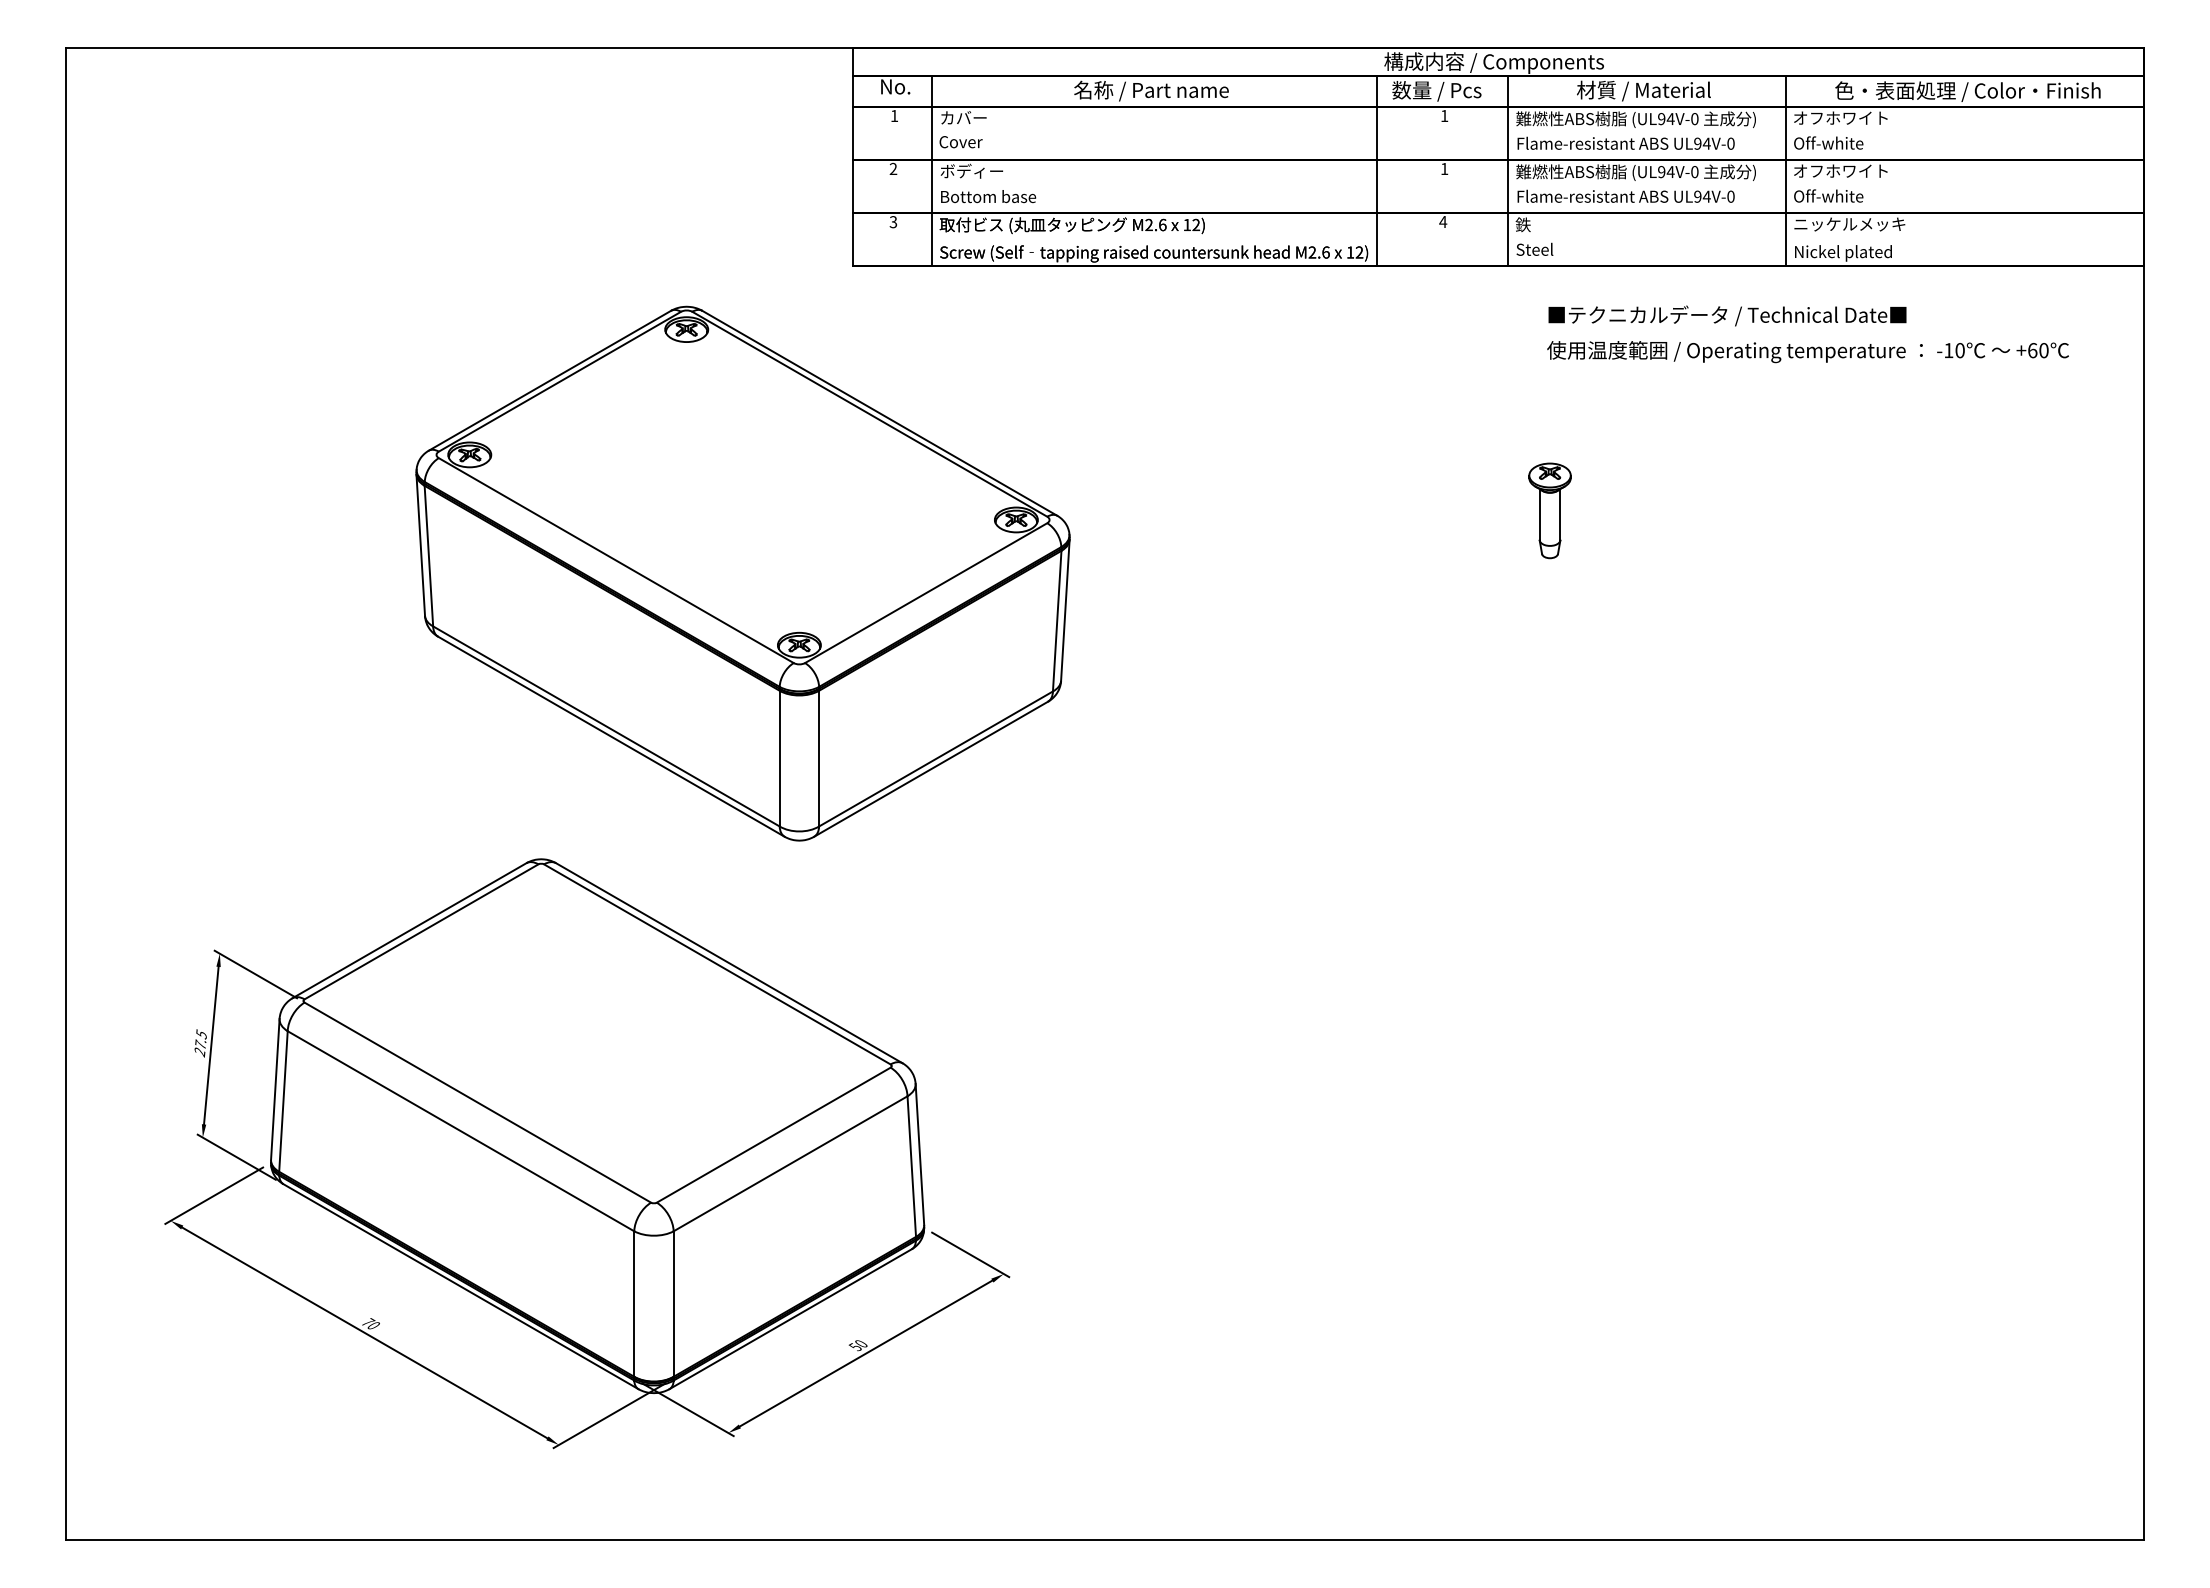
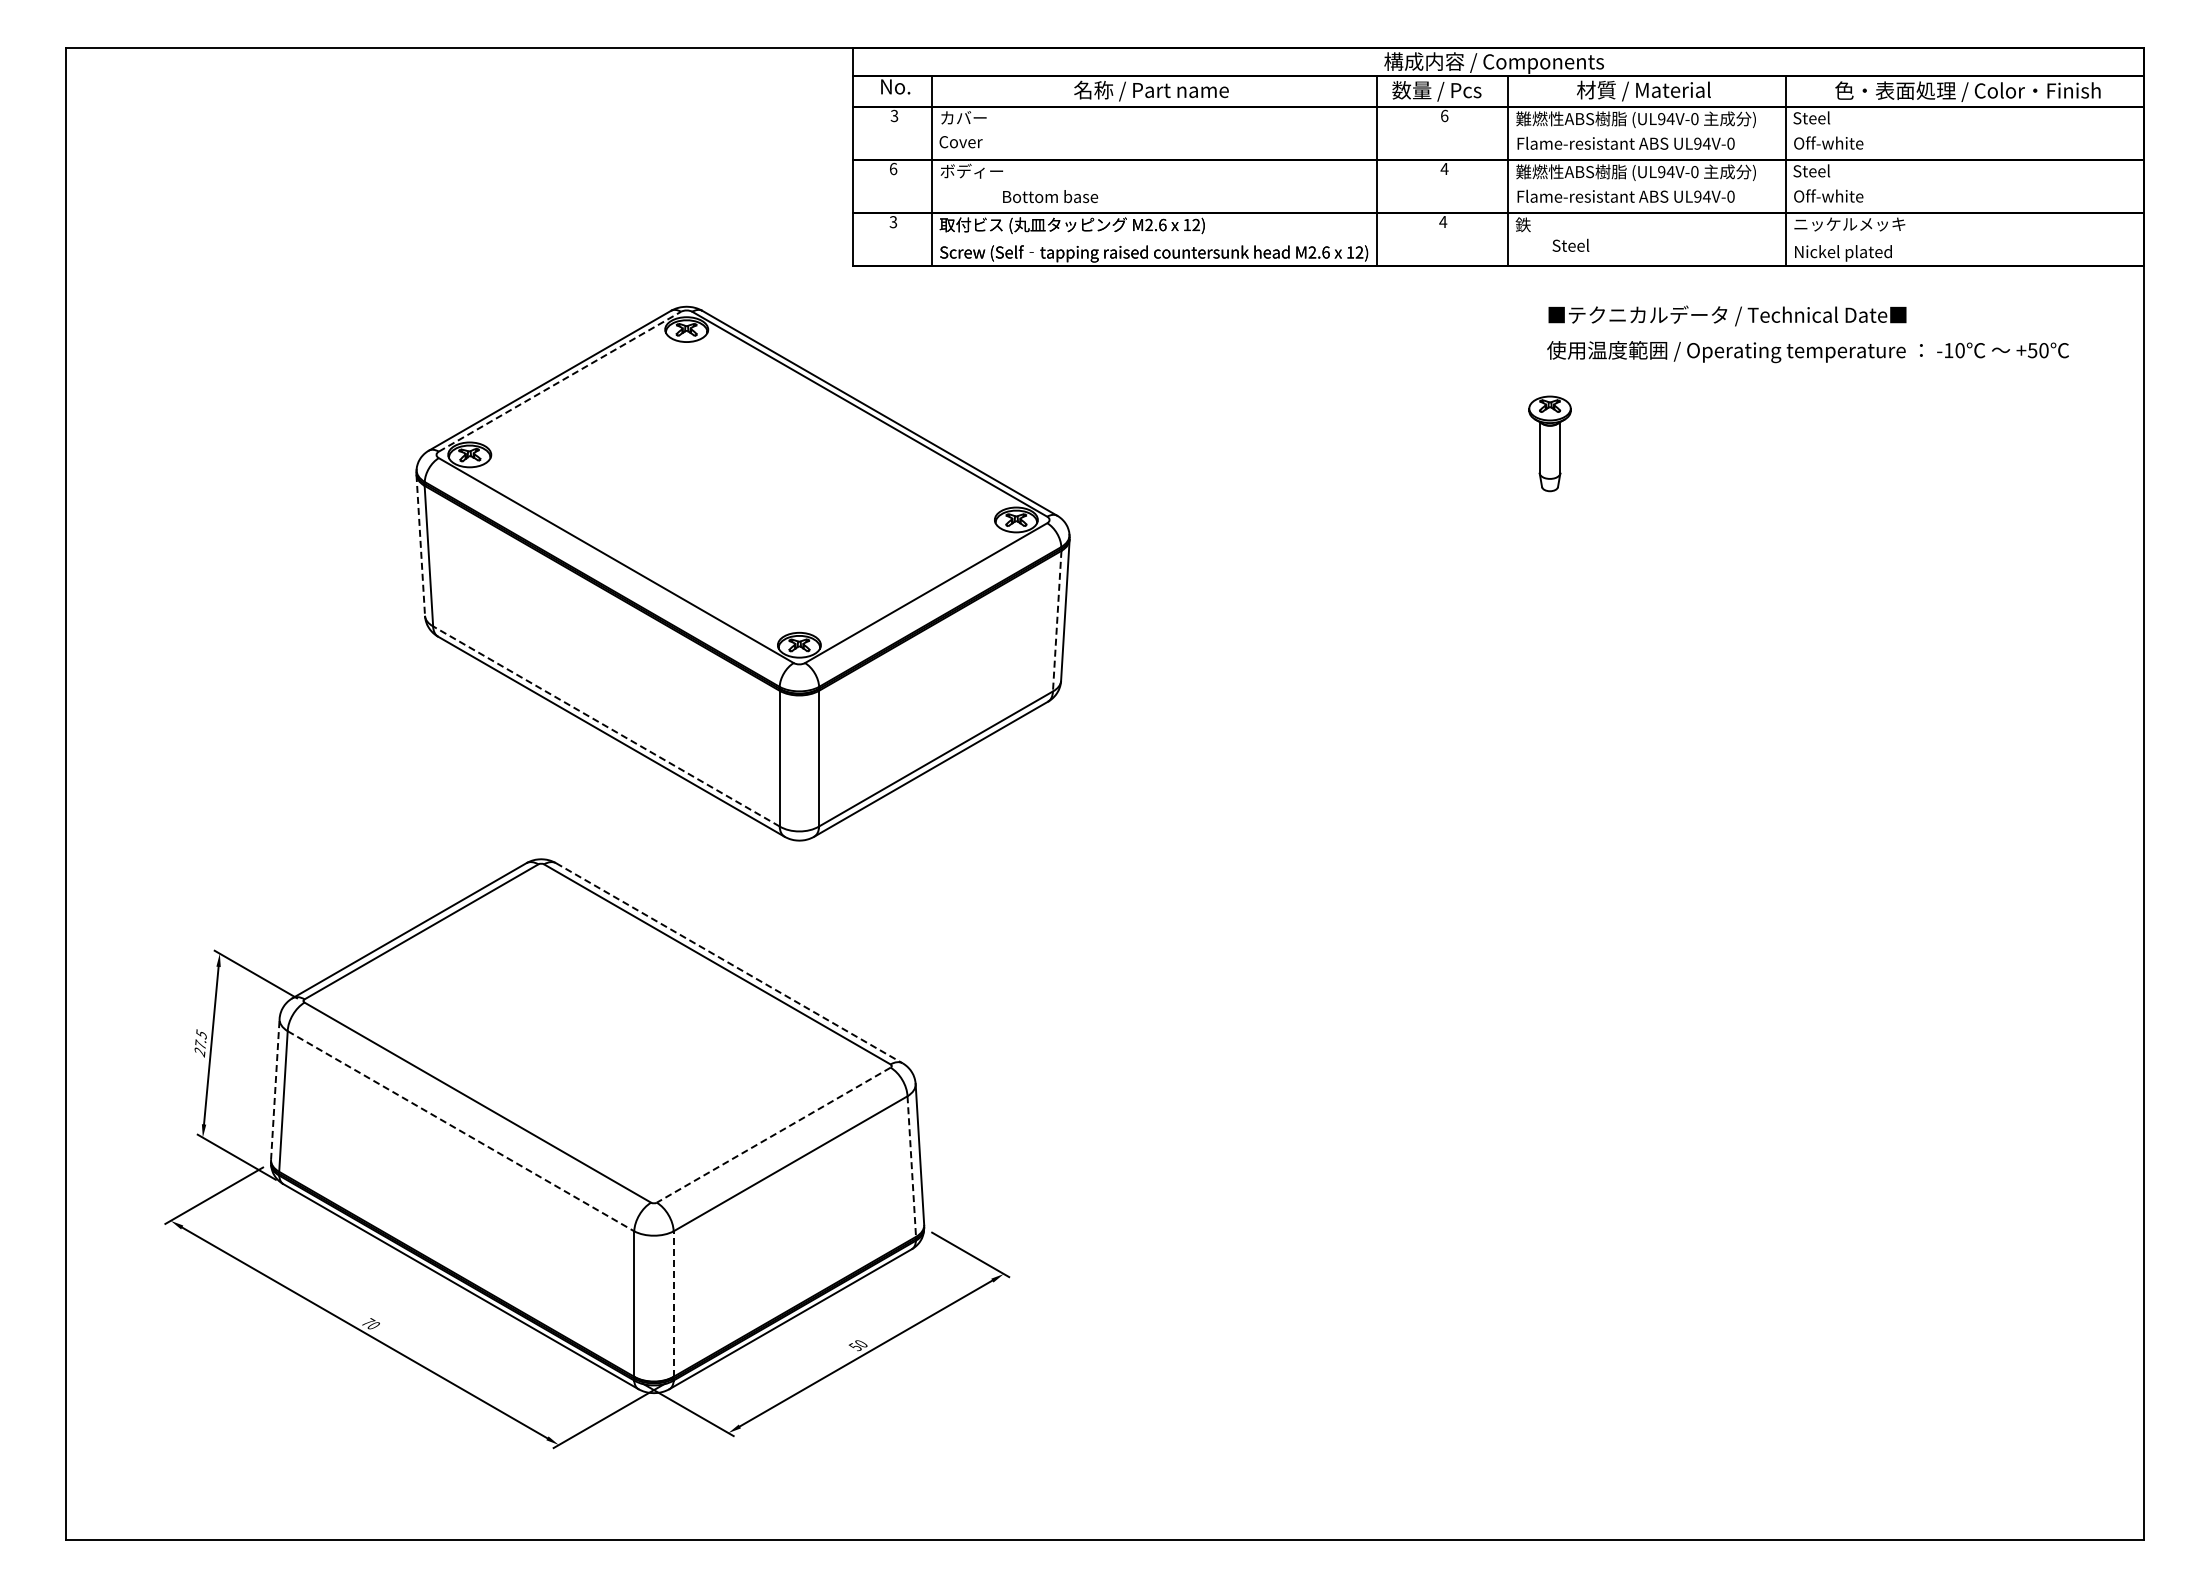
text at (894, 115): 1 -> 3
text at (1444, 115): 1 -> 6
text at (1840, 117): オフホワイト -> Steel
text at (893, 168): 2 -> 6
text at (1444, 168): 1 -> 4
text at (1840, 170): オフホワイト -> Steel
text at (988, 196) position: (988, 196) -> (1050, 196)
text at (1534, 248) position: (1534, 248) -> (1570, 244)
text at (2032, 350): +60 -> +50
line at (559, 381): solid -> dashed
part at (1549, 510) position: (1549, 510) -> (1549, 443)
line at (420, 545): solid -> dashed
line at (1057, 621): solid -> dashed
line at (605, 726): solid -> dashed
line at (729, 963): solid -> dashed
line at (275, 1089): solid -> dashed
line at (461, 1131): solid -> dashed
line at (773, 1135): solid -> dashed
line at (911, 1167): solid -> dashed
line at (673, 1304): solid -> dashed
